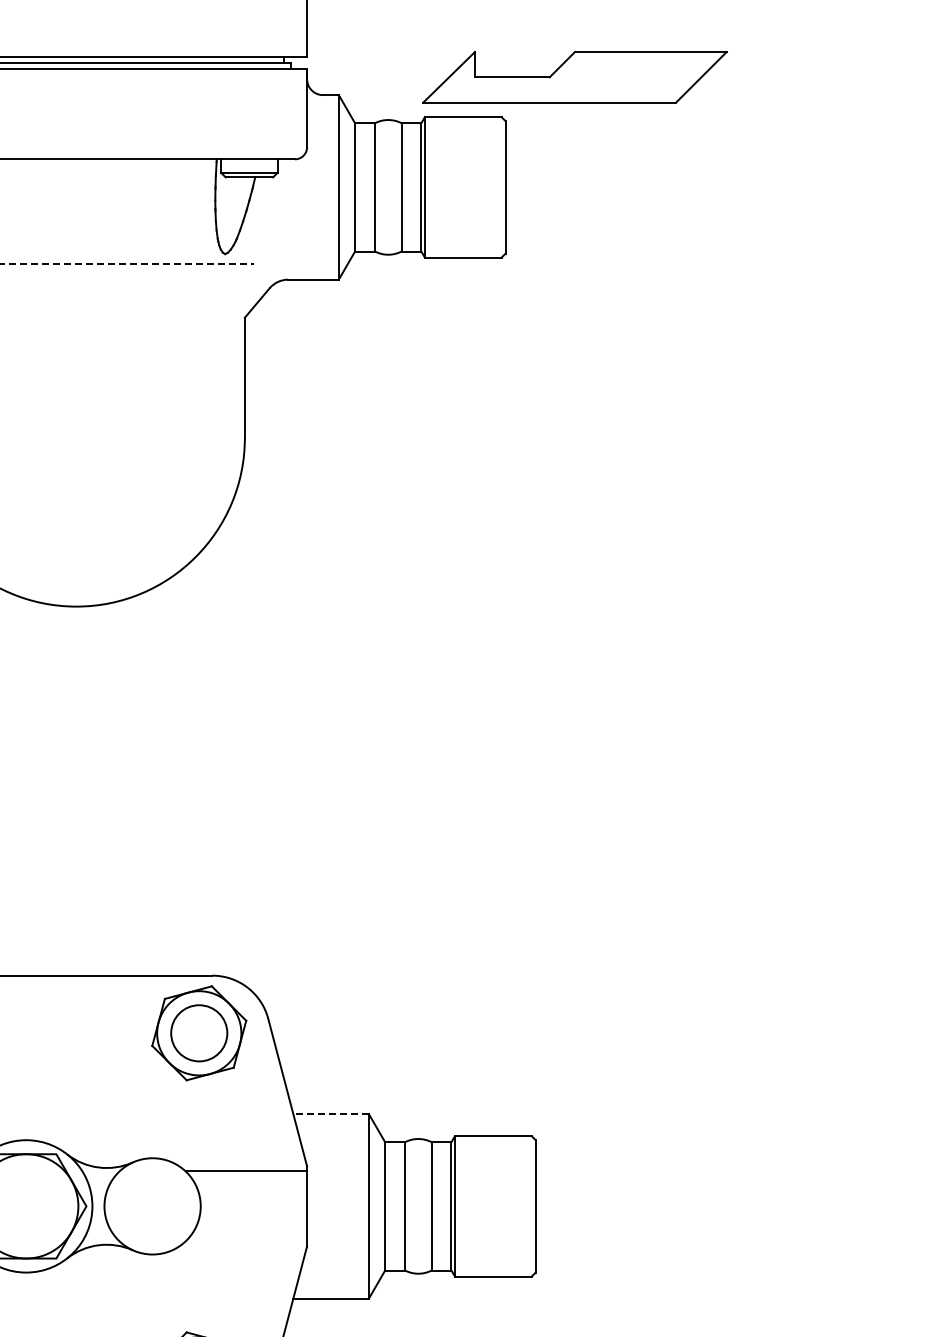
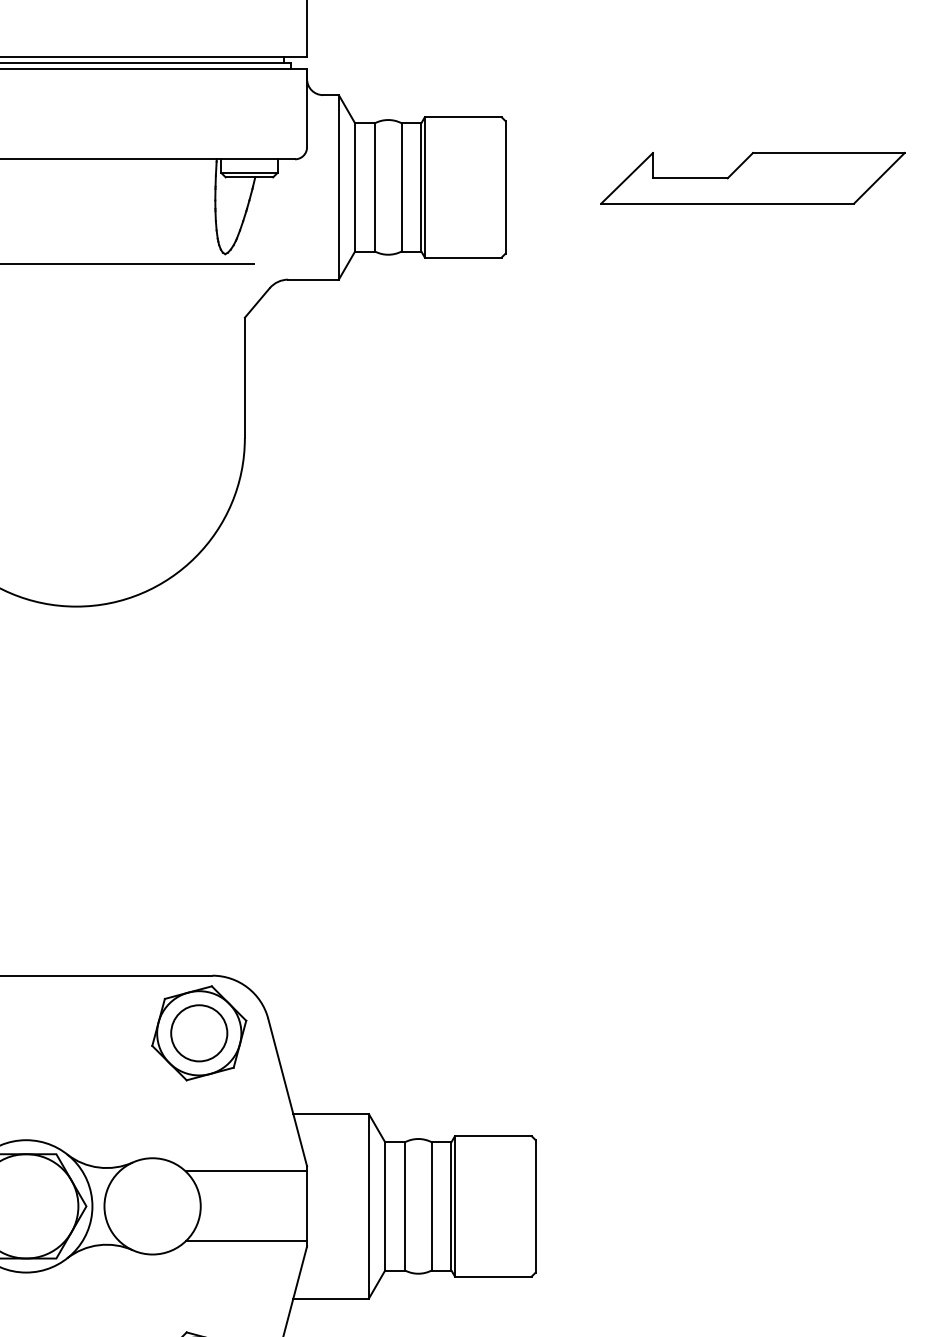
part at (574, 77) position: (574, 77) -> (752, 178)
line at (127, 263): dashed -> solid
line at (331, 1114): dashed -> solid
line at (246, 1241): none -> present
